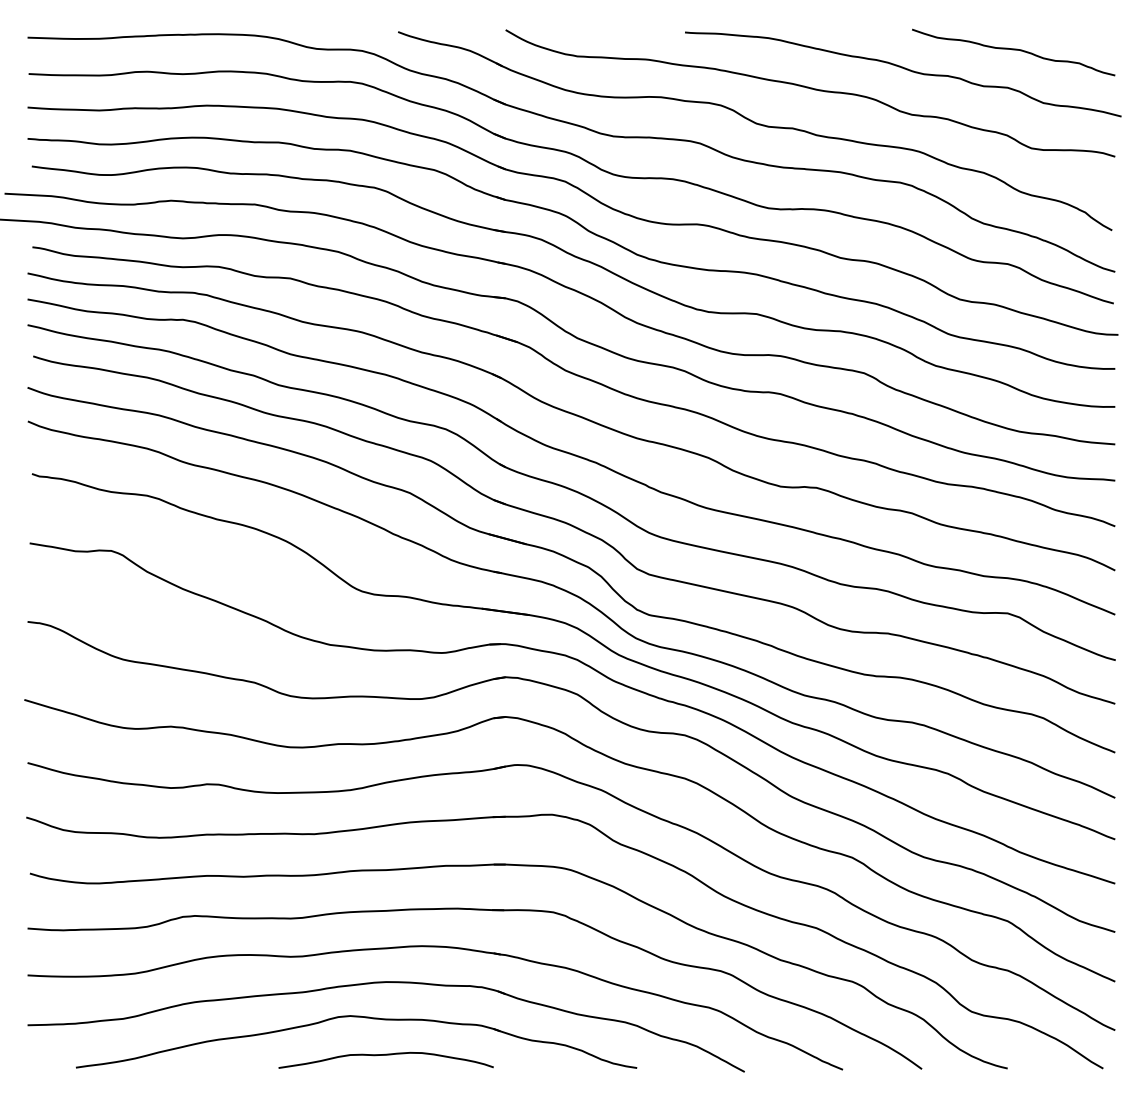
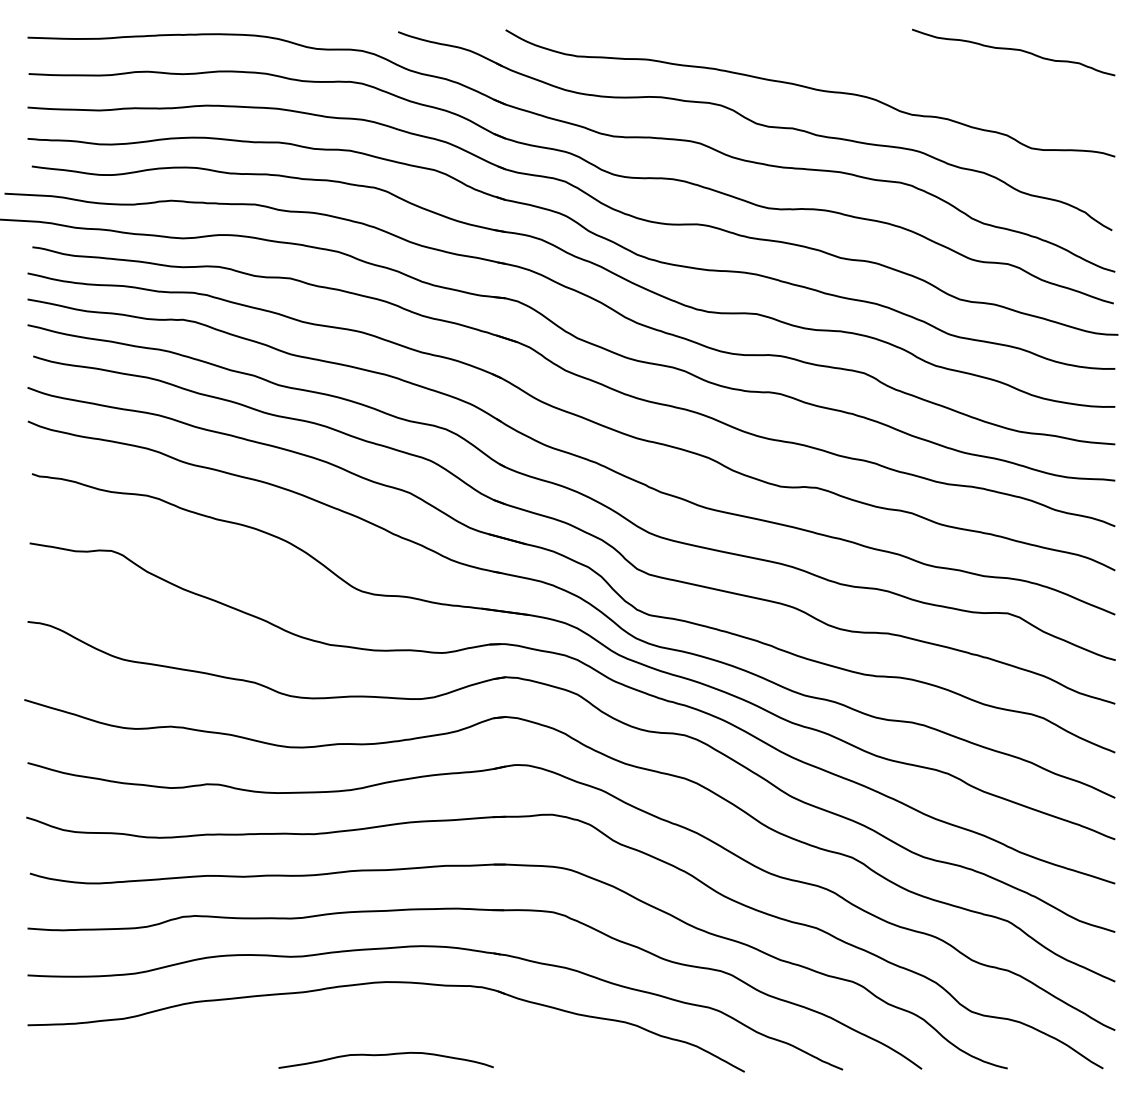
curve at (906, 70): present -> none
part at (356, 1017): present -> none
